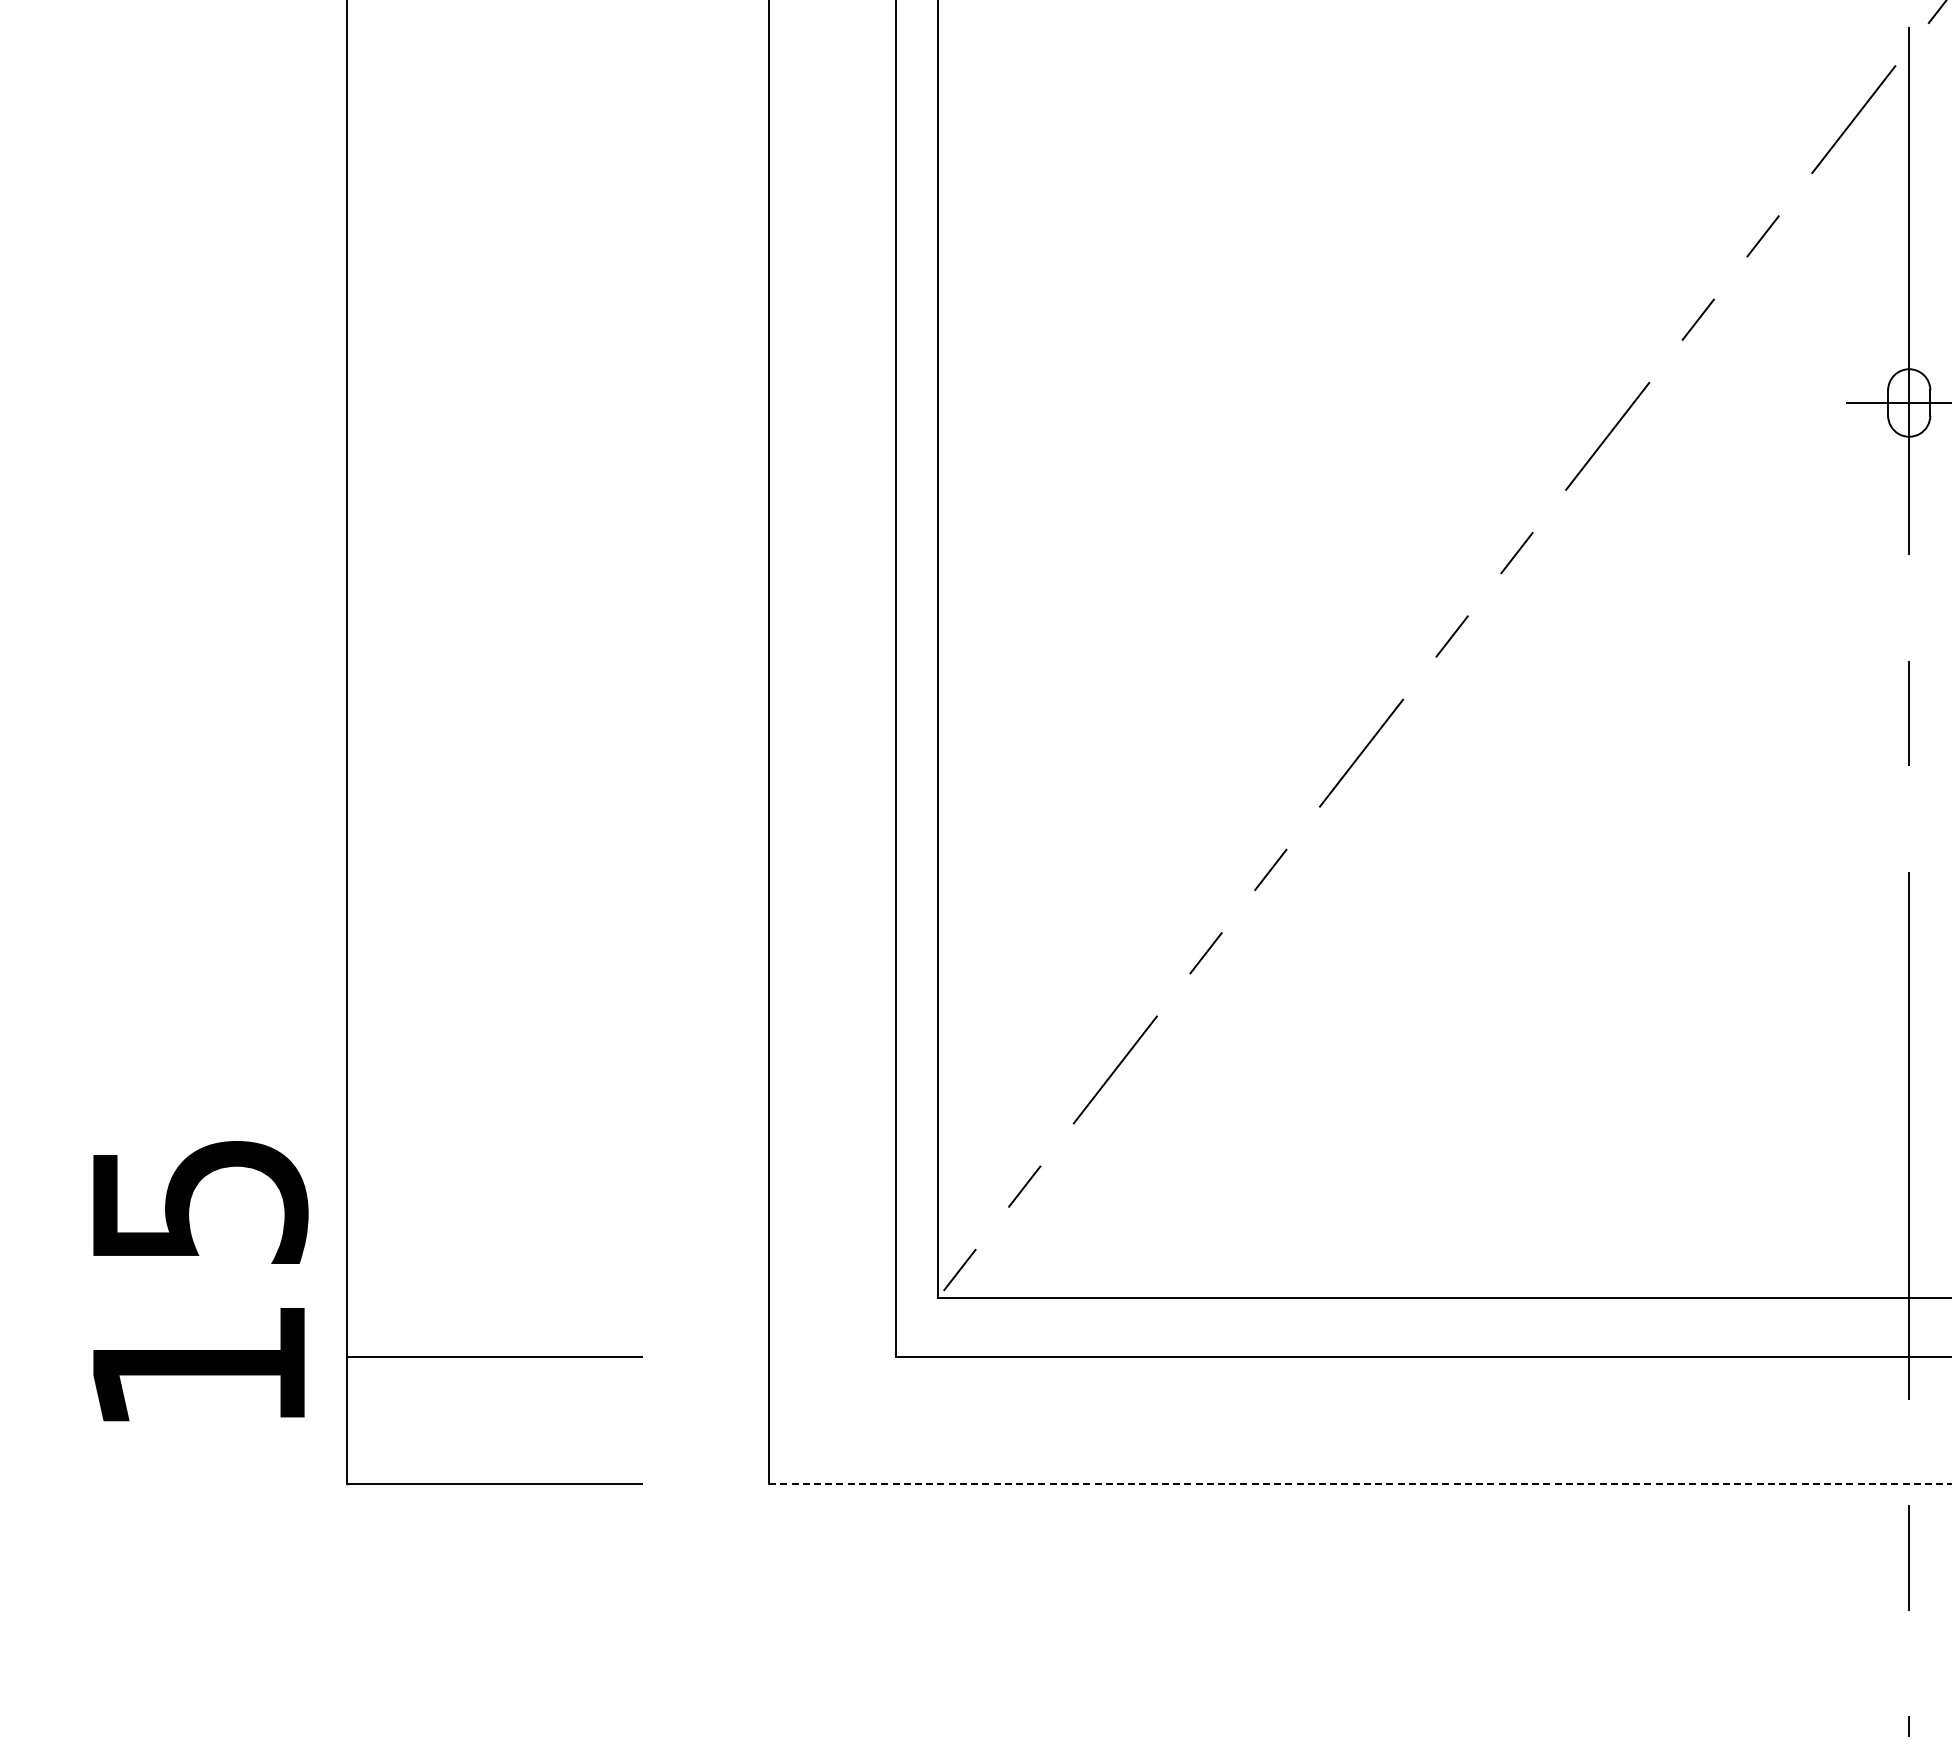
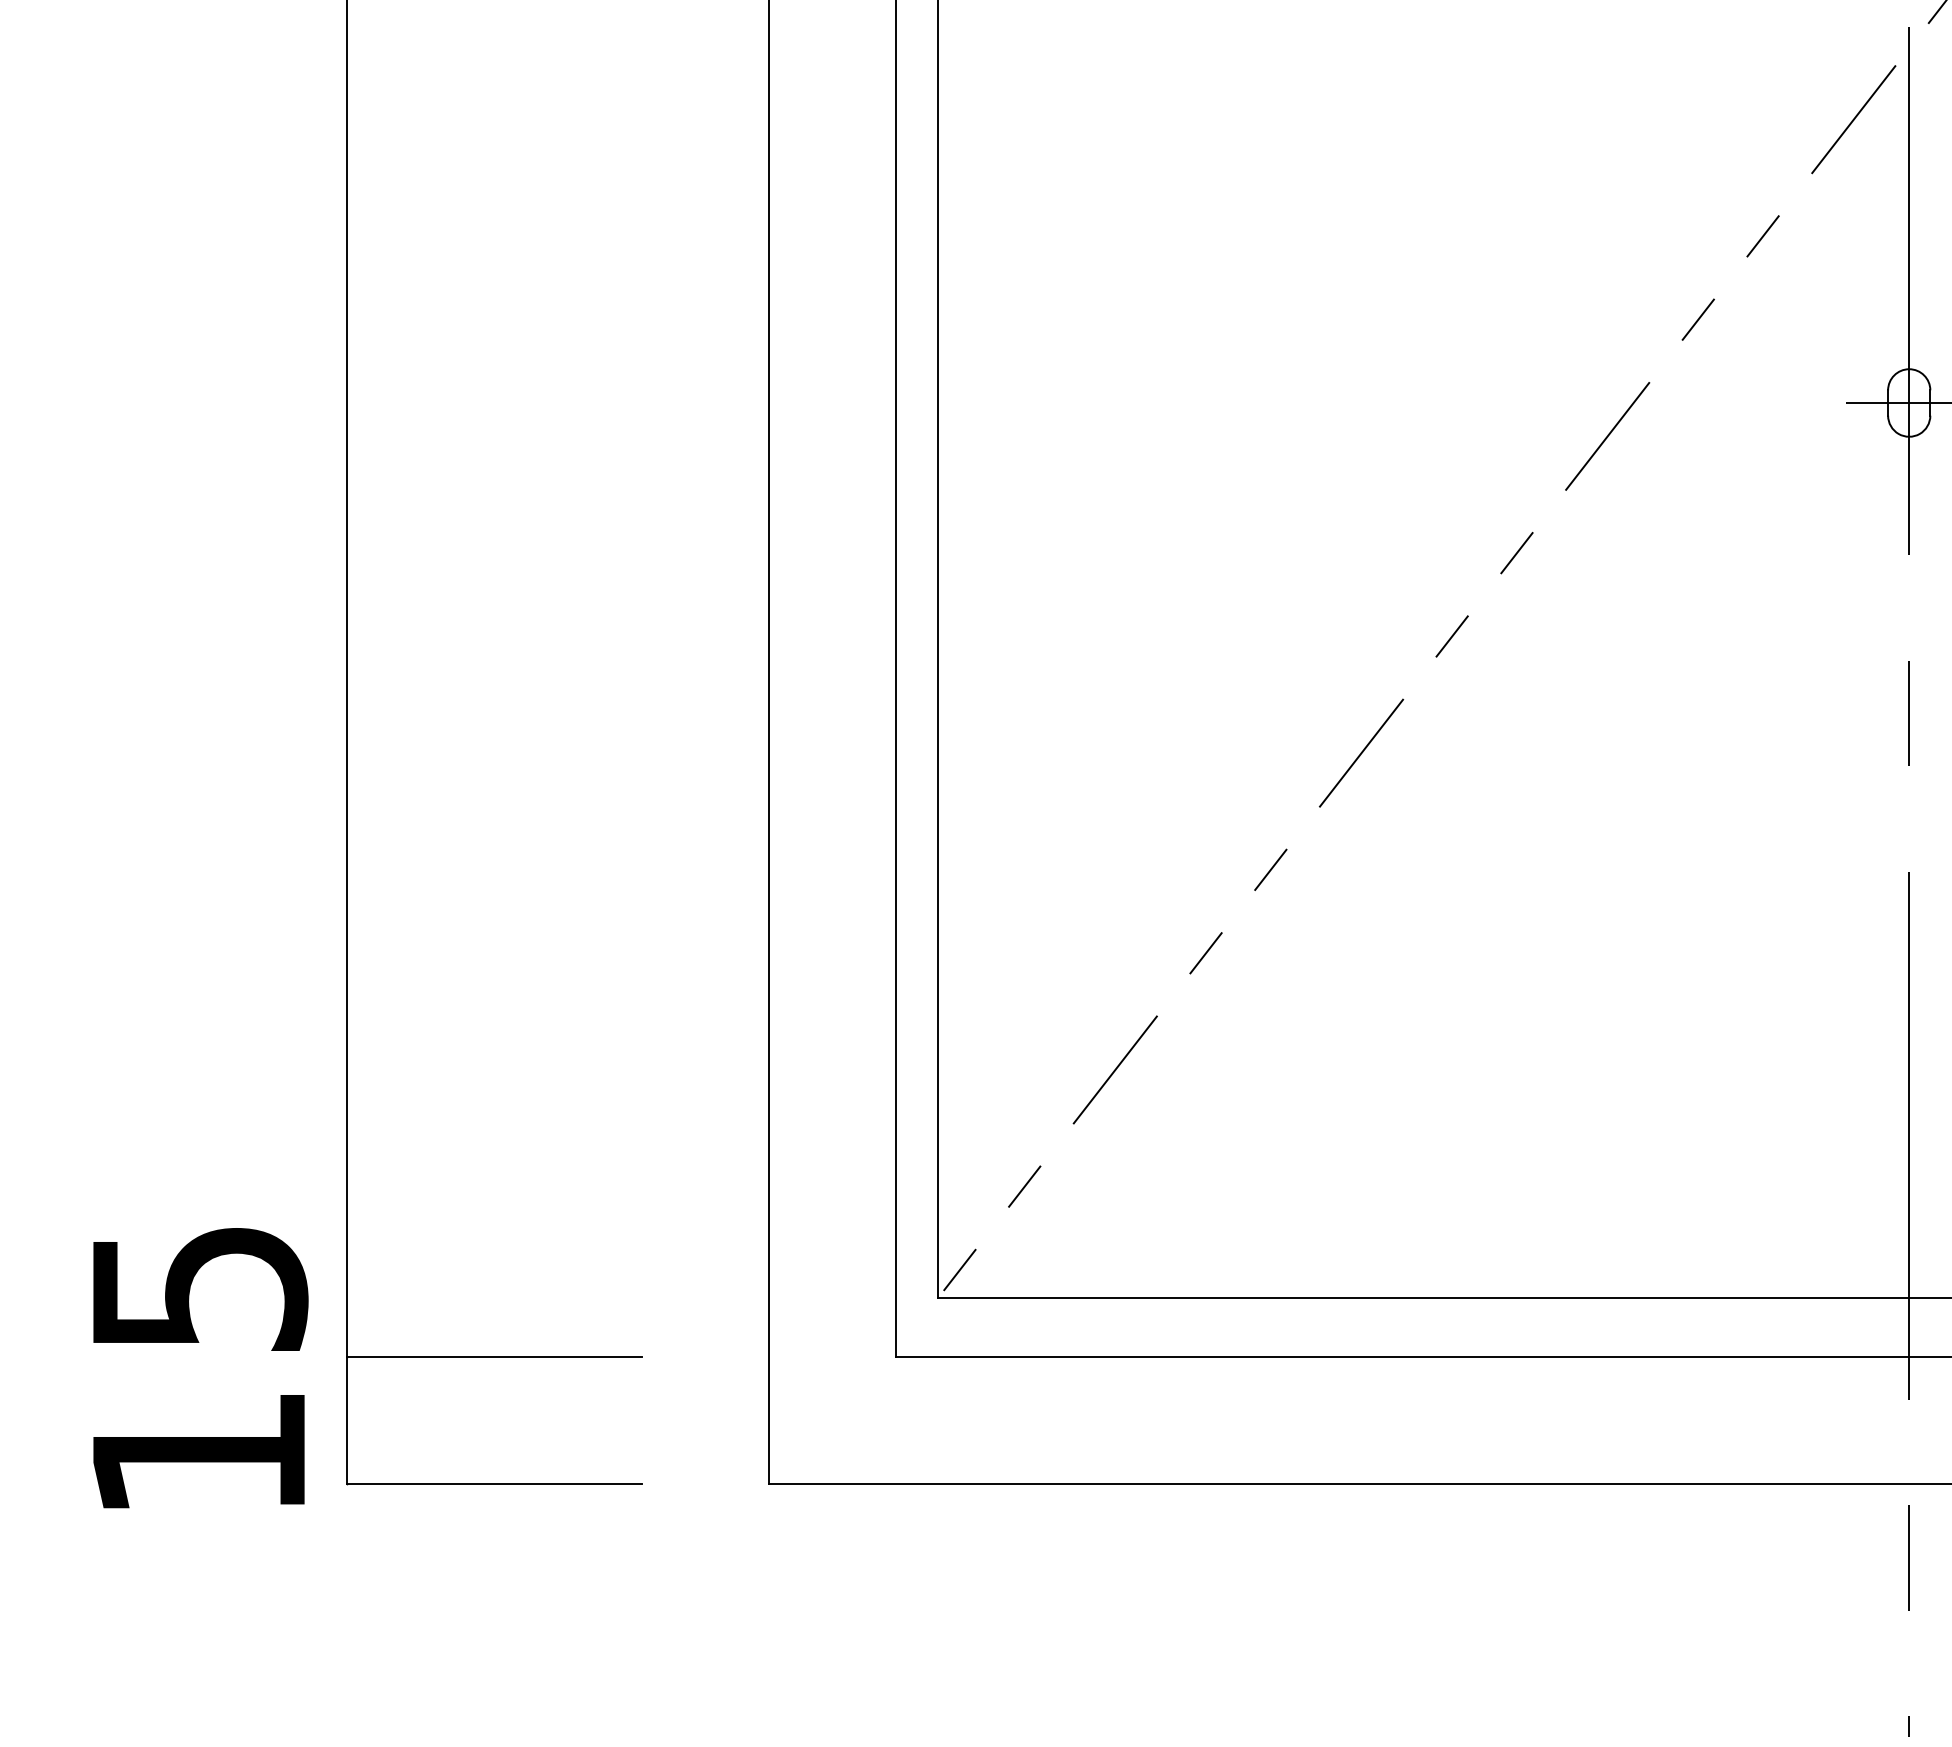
text at (200, 1281) position: (200, 1281) -> (200, 1368)
line at (1360, 1484): dashed -> solid
